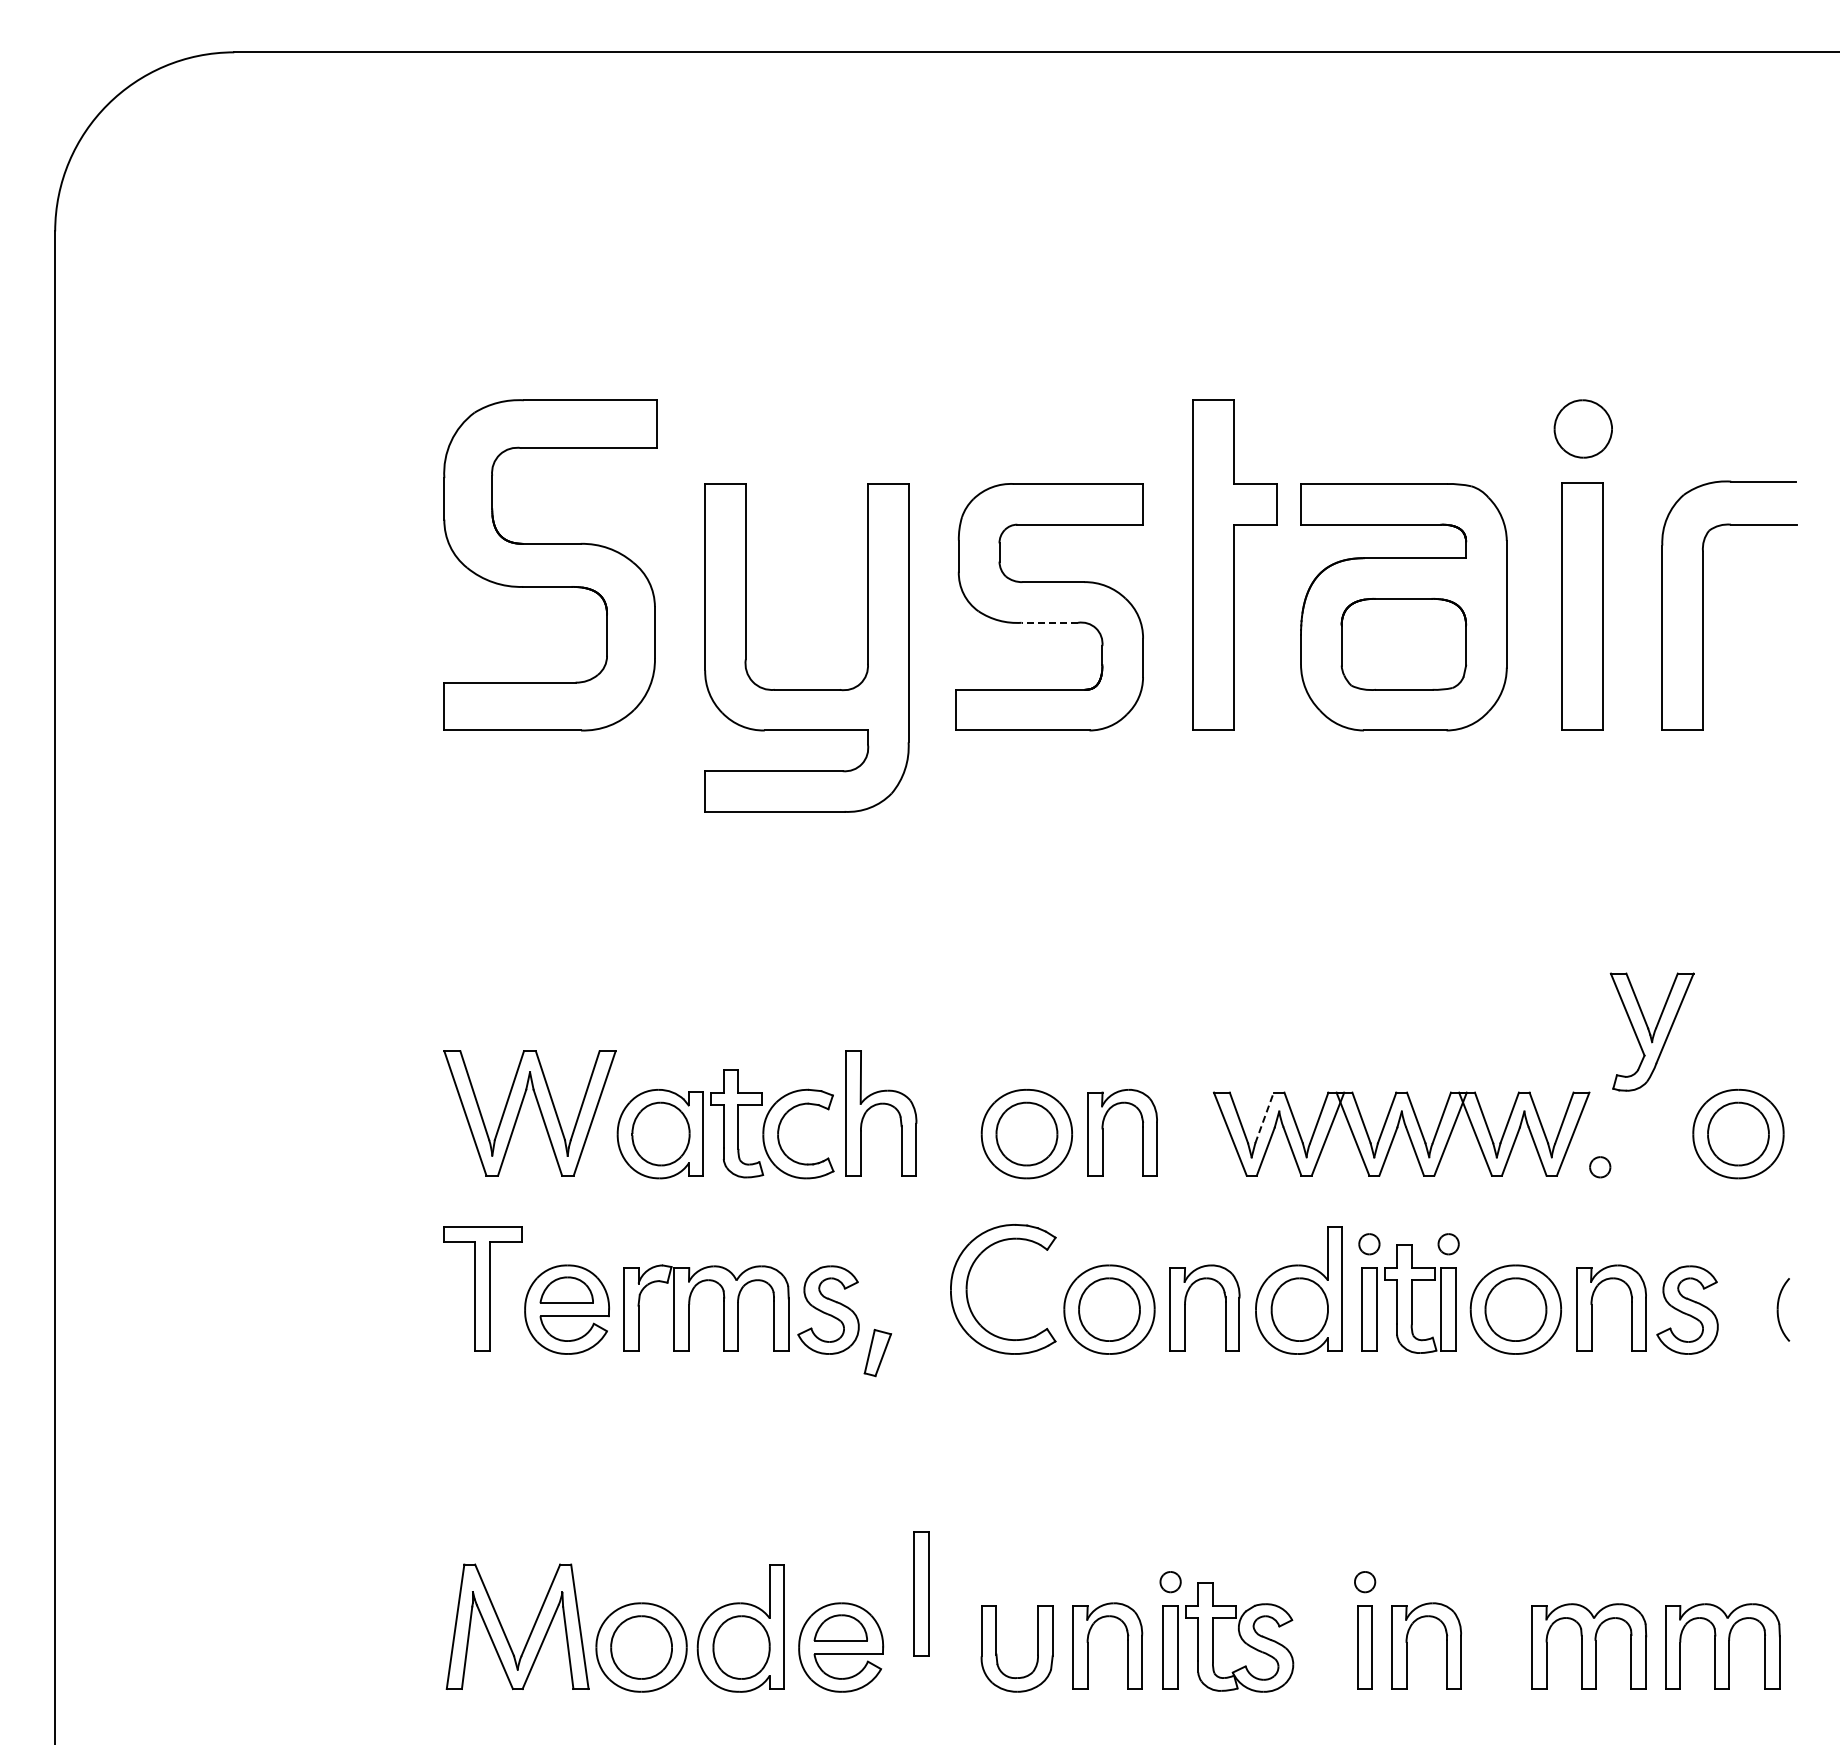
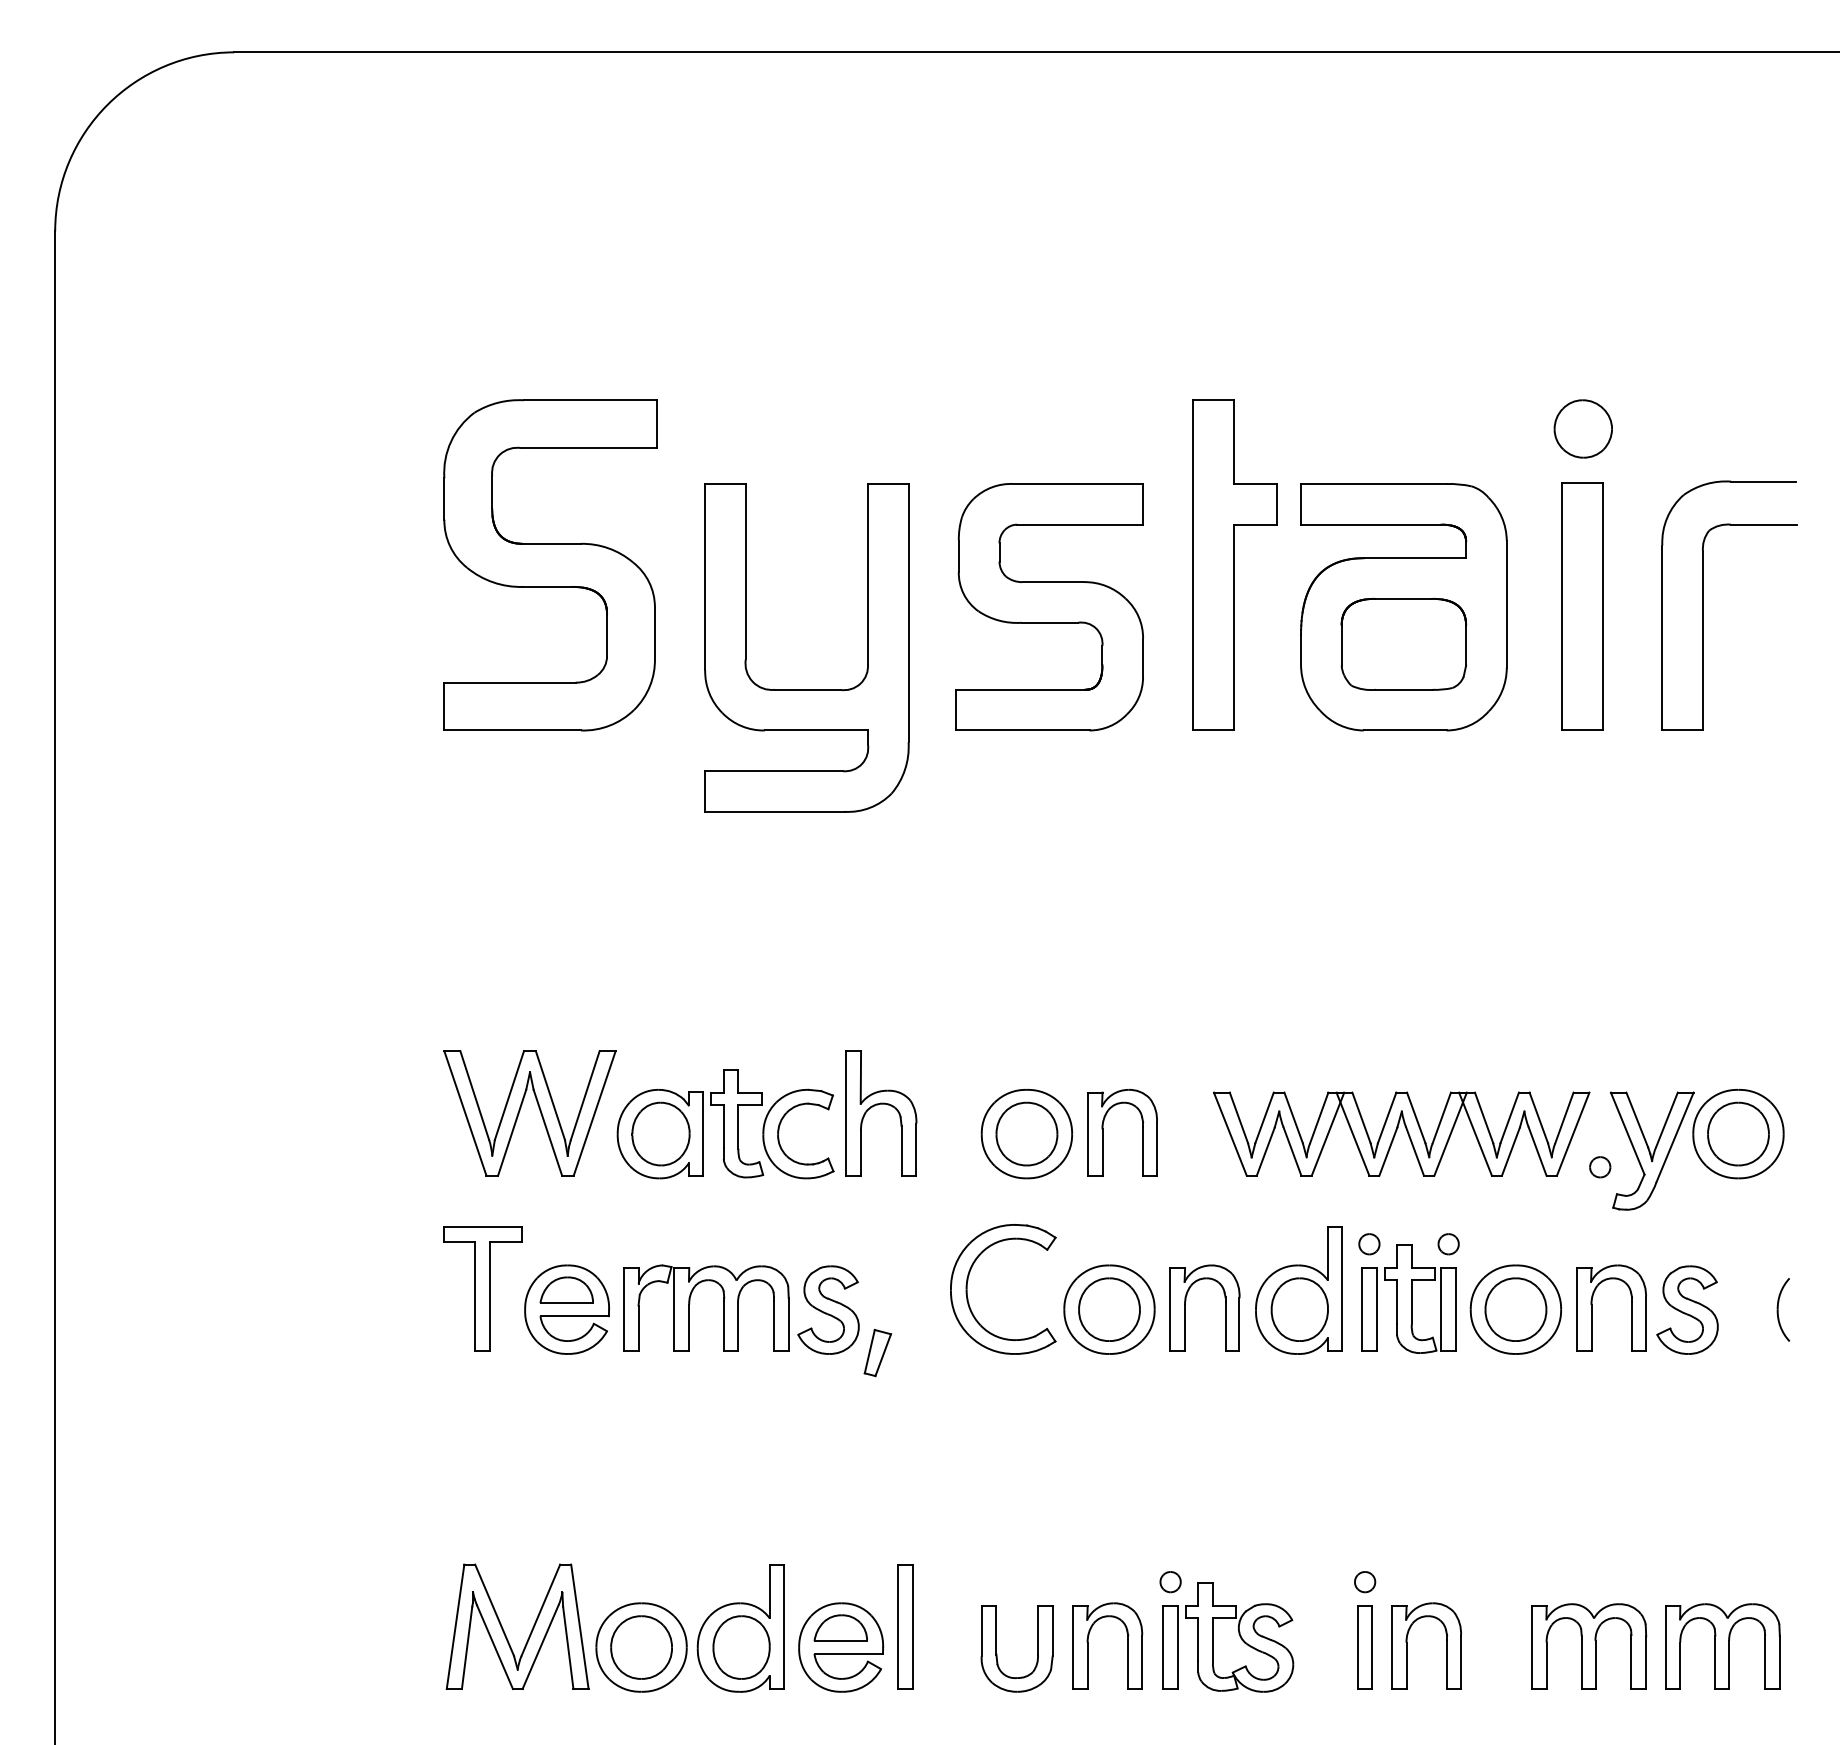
line at (1049, 622): dashed -> solid
part at (1651, 1031) position: (1651, 1031) -> (1651, 1150)
line at (1264, 1117): dashed -> solid
part at (921, 1593) position: (921, 1593) -> (905, 1626)
